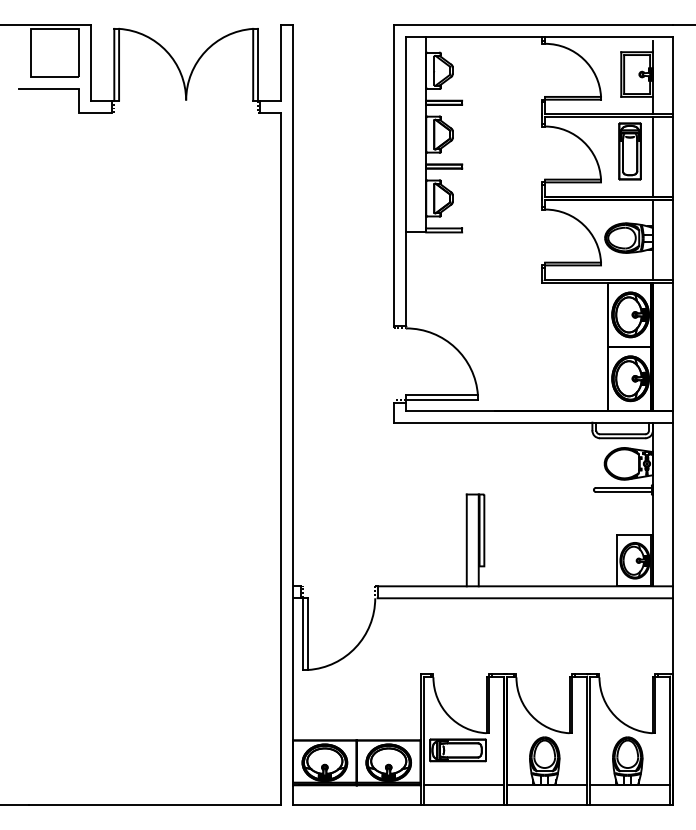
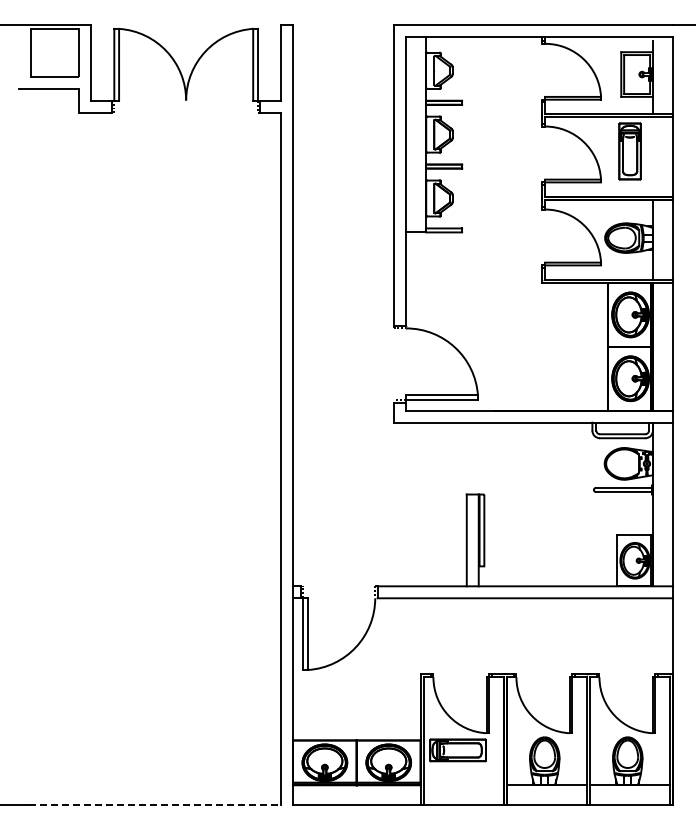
line at (652, 156): present -> none
line at (463, 785): present -> none
line at (155, 805): solid -> dashed
